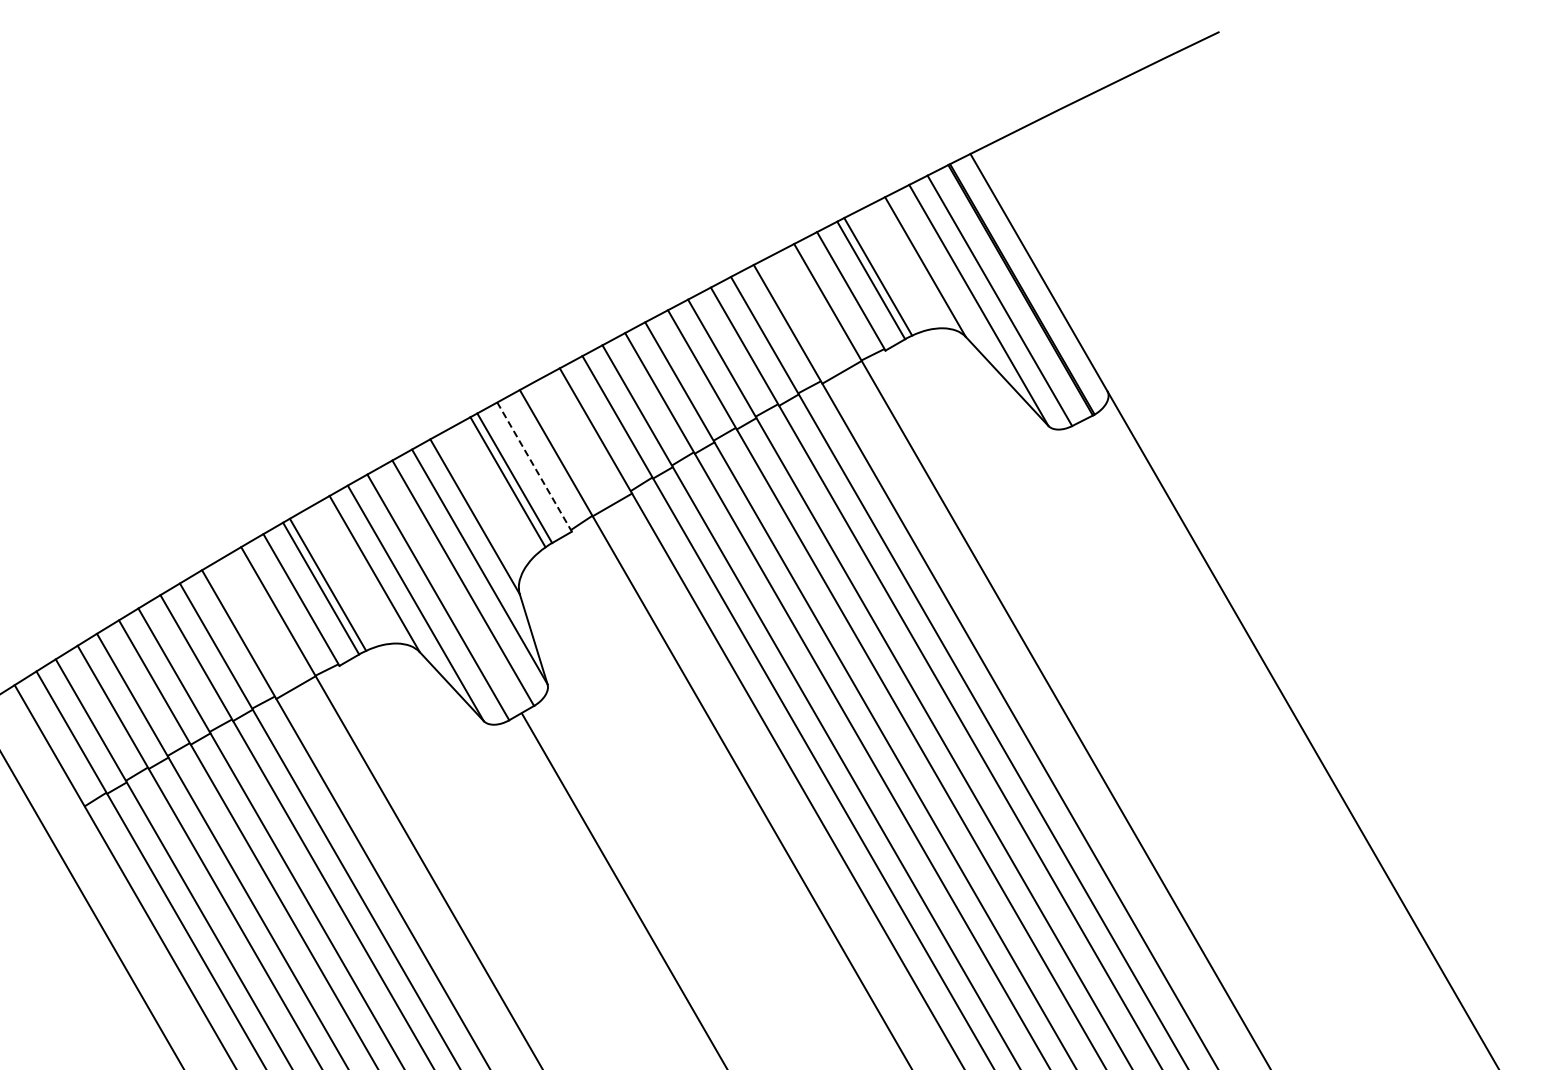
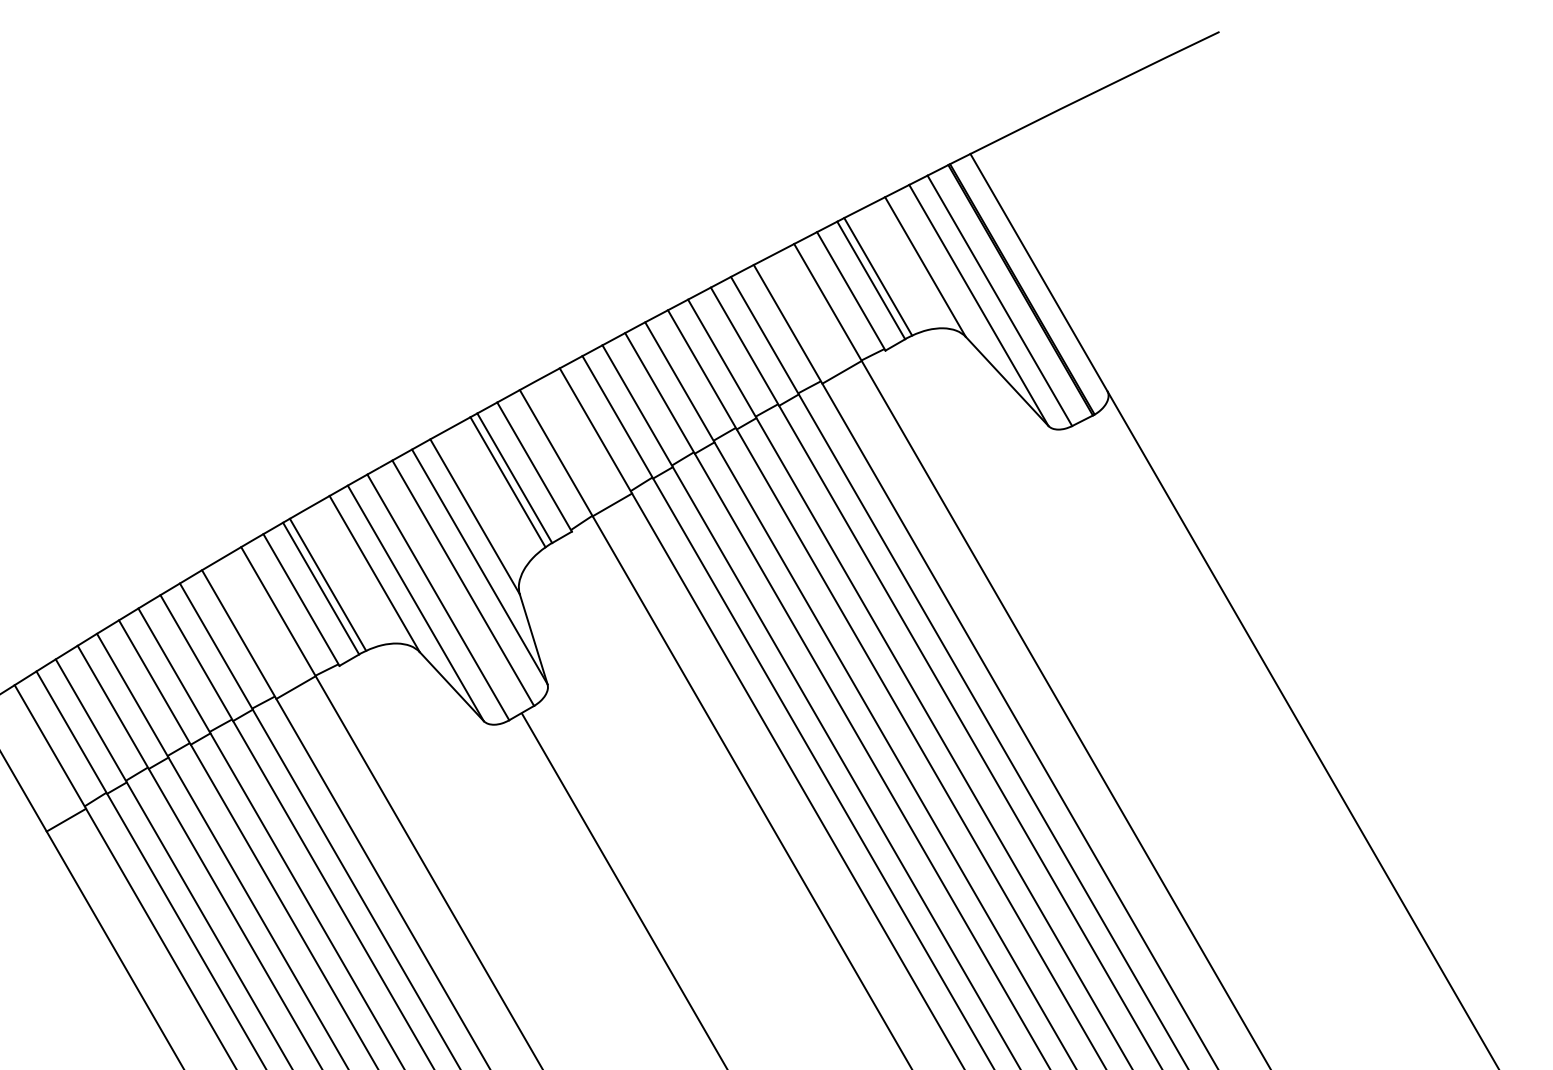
line at (534, 467): dashed -> solid
line at (66, 819): none -> present
